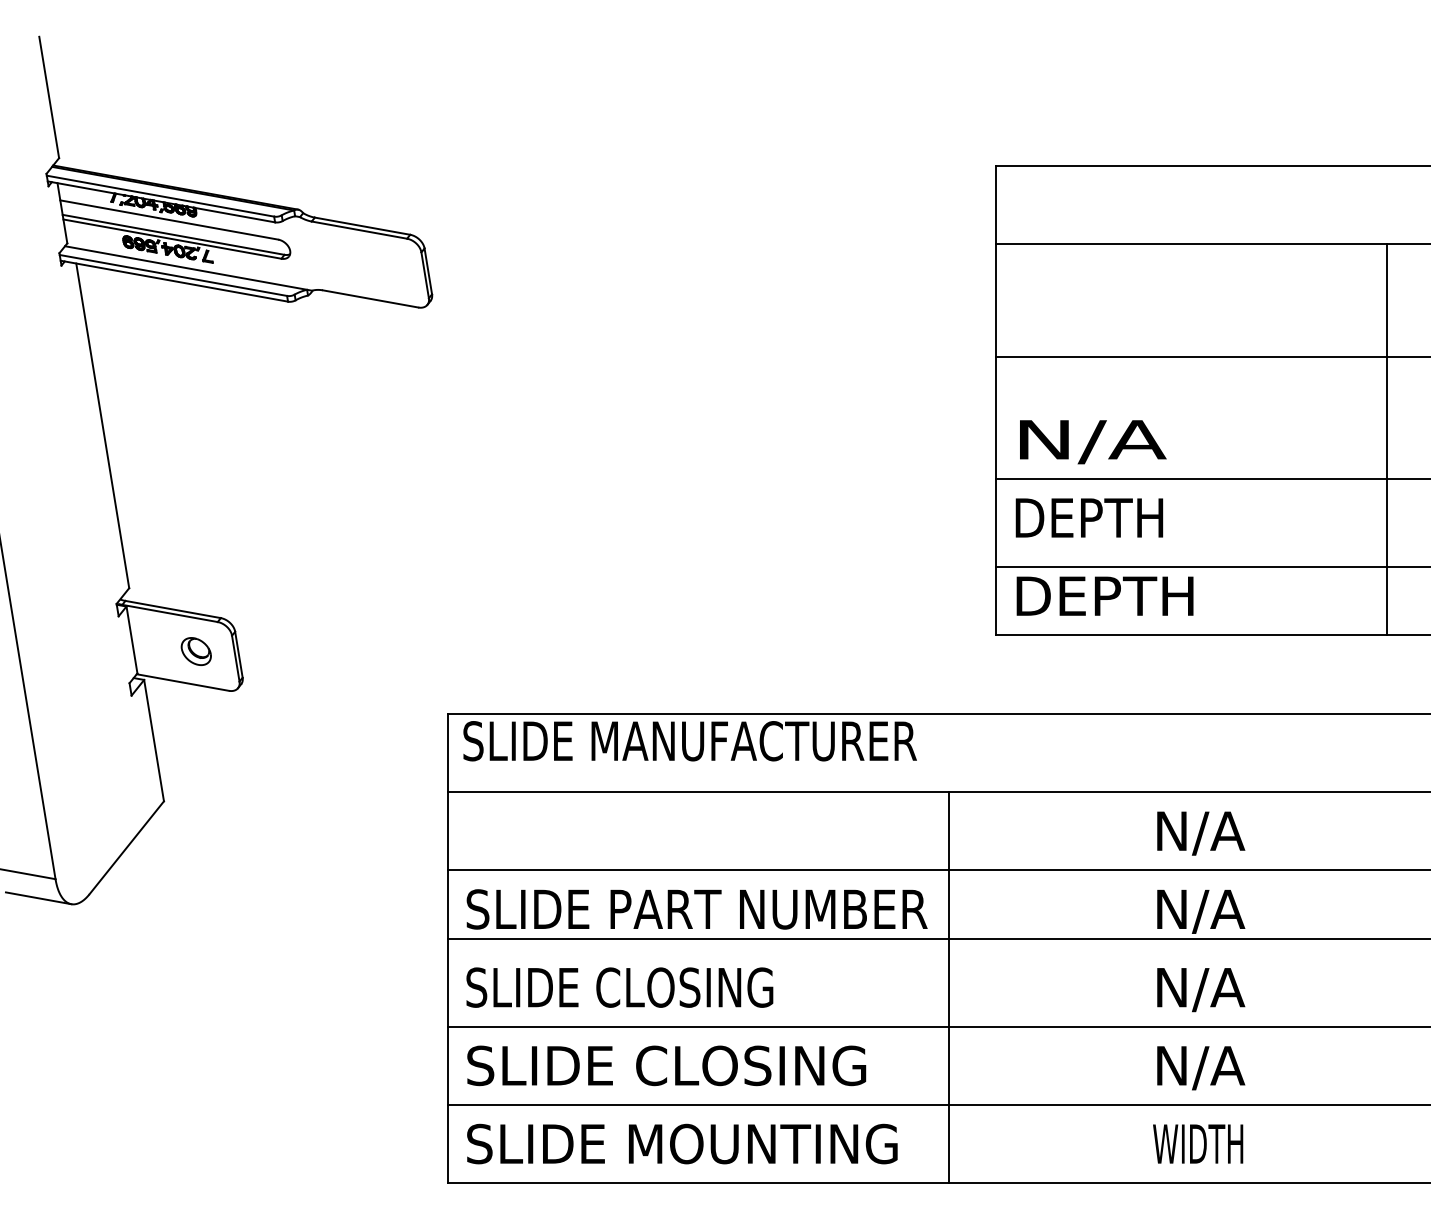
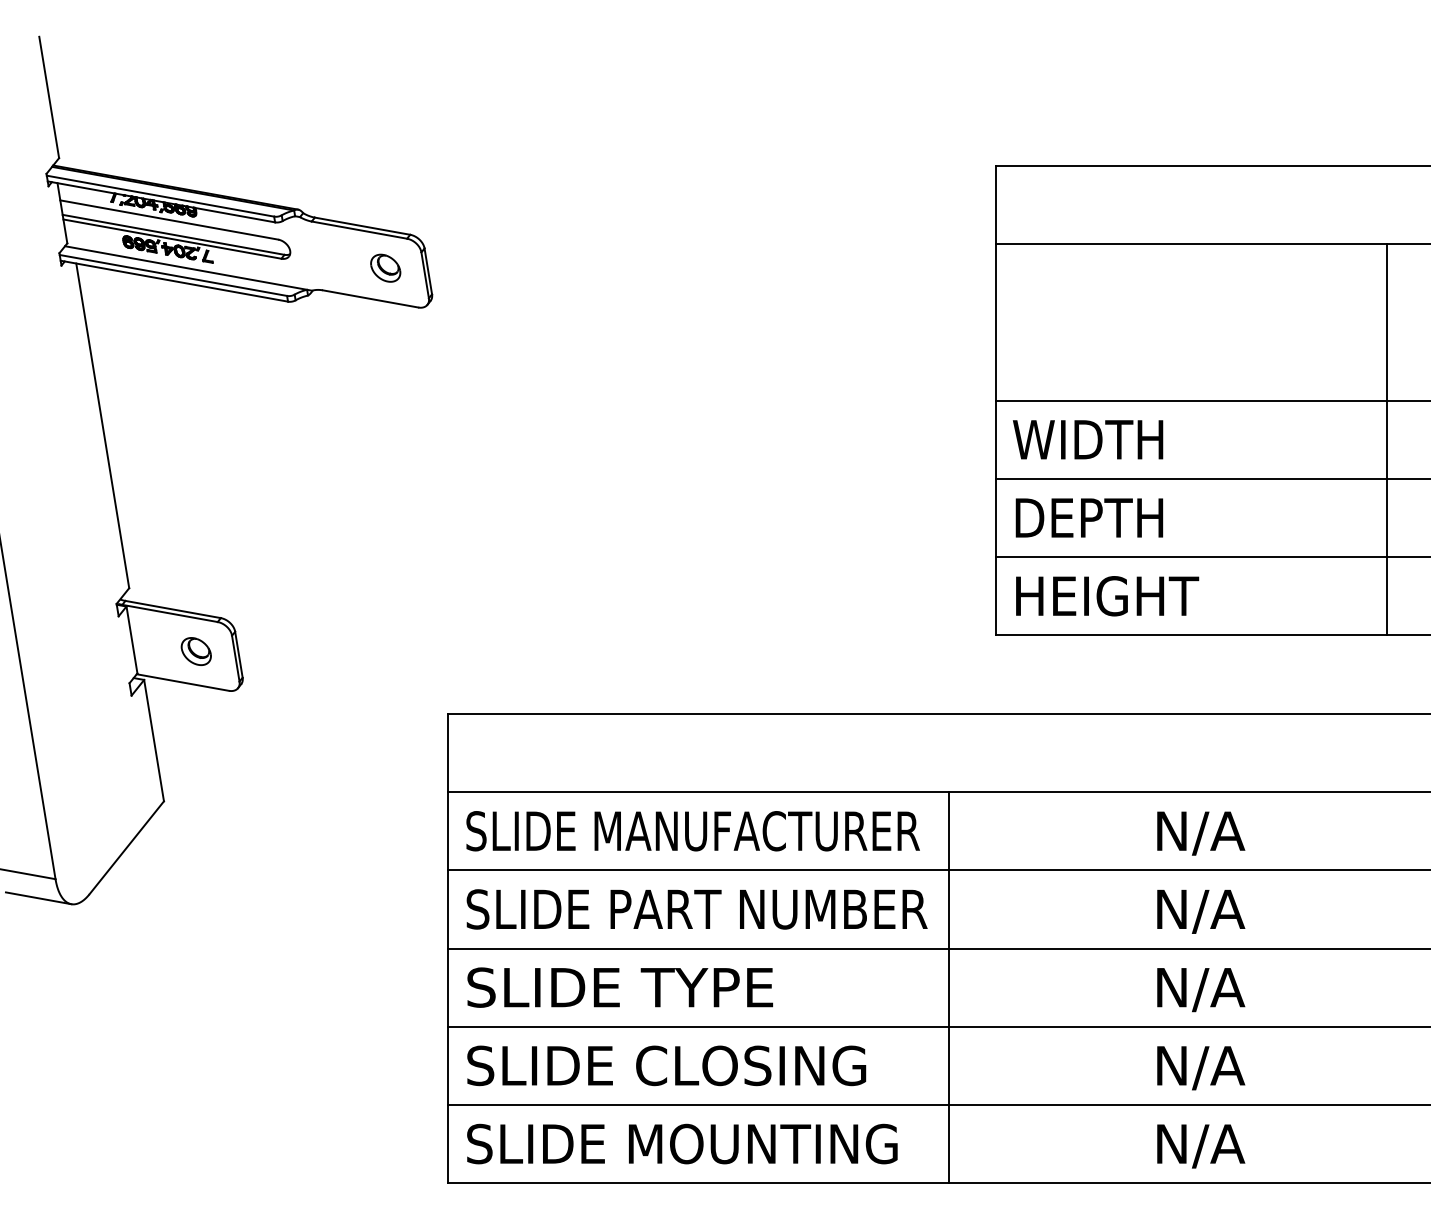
part at (385, 267): none -> present
line at (1211, 356) position: (1211, 356) -> (1211, 400)
text at (1089, 442): N/A -> WIDTH
line at (1211, 567) position: (1211, 567) -> (1211, 557)
text at (1107, 596): DEPTH -> HEIGHT
text at (689, 741) position: (689, 741) -> (692, 831)
line at (937, 938) position: (937, 938) -> (937, 948)
text at (619, 987): SLIDE CLOSING -> SLIDE TYPE
text at (1199, 1146): WIDTH -> N/A
